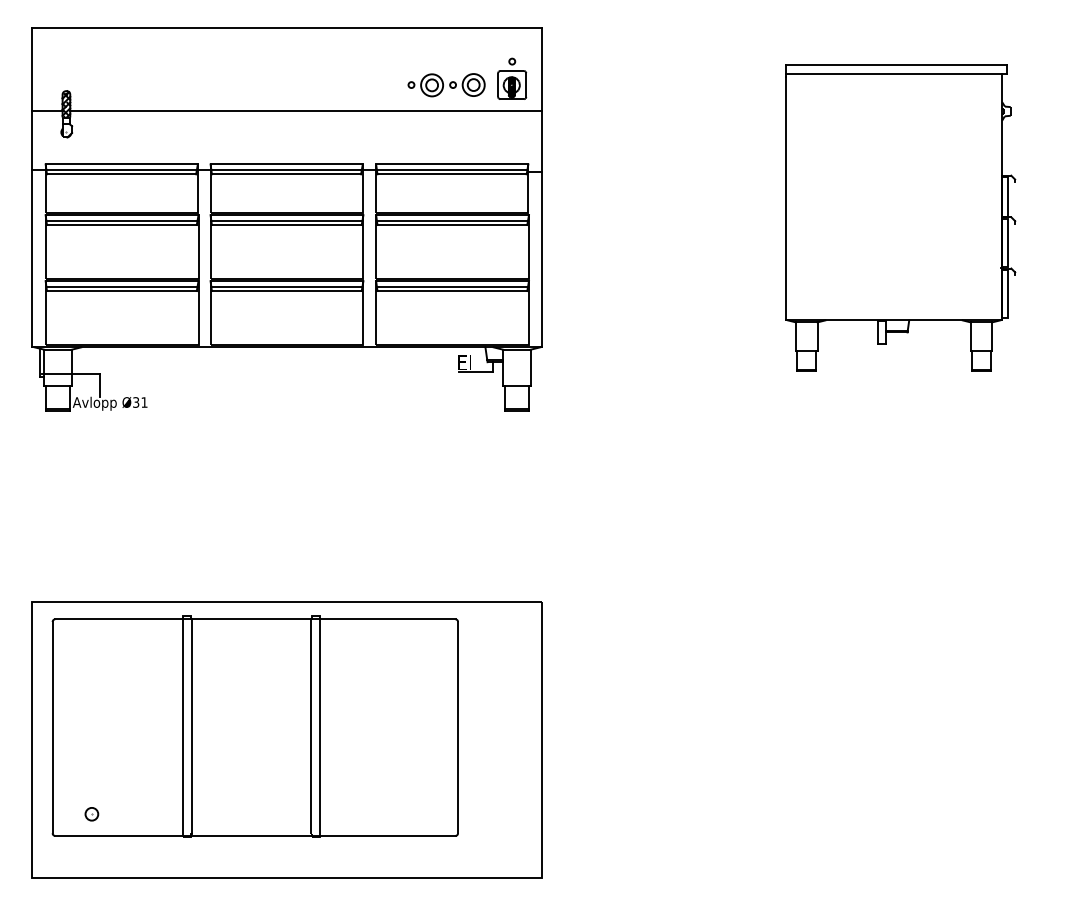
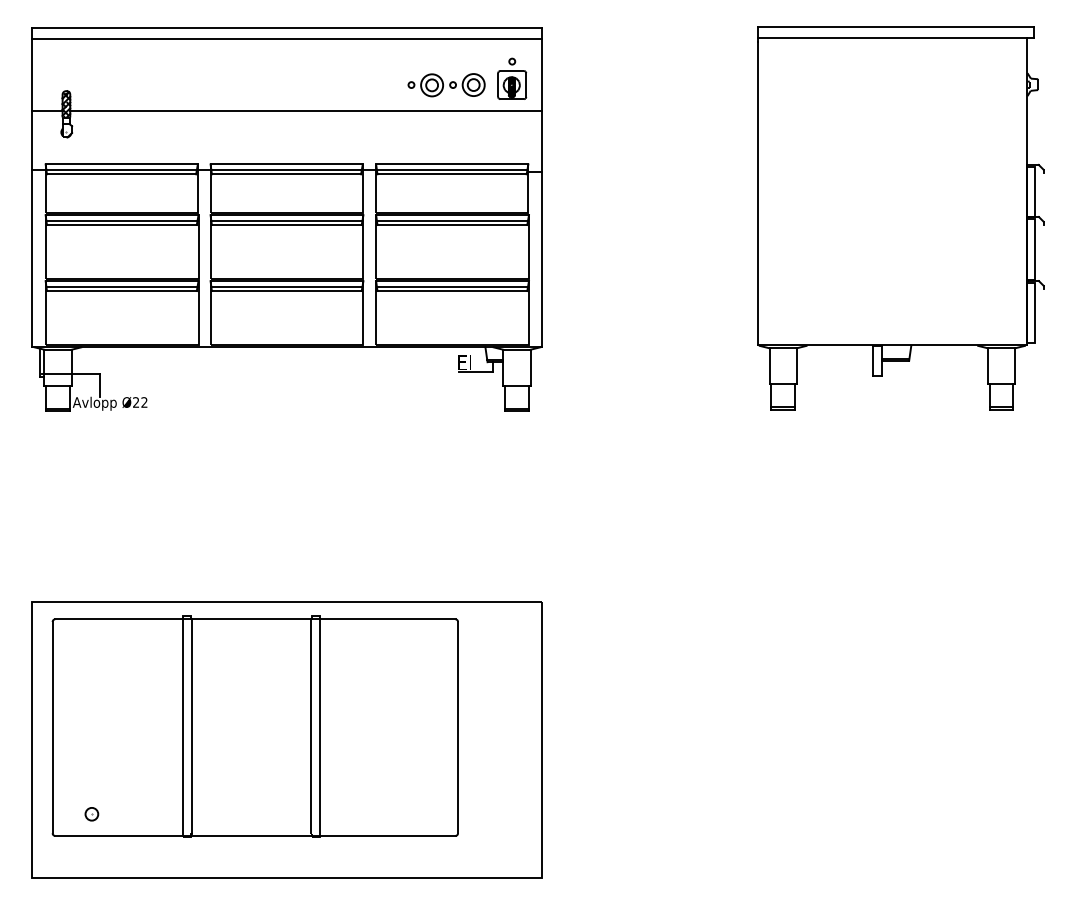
line at (286, 38): none -> present
part at (900, 217) size: 232x308 px -> 288x385 px
text at (140, 402): Ø31 -> Ø22
